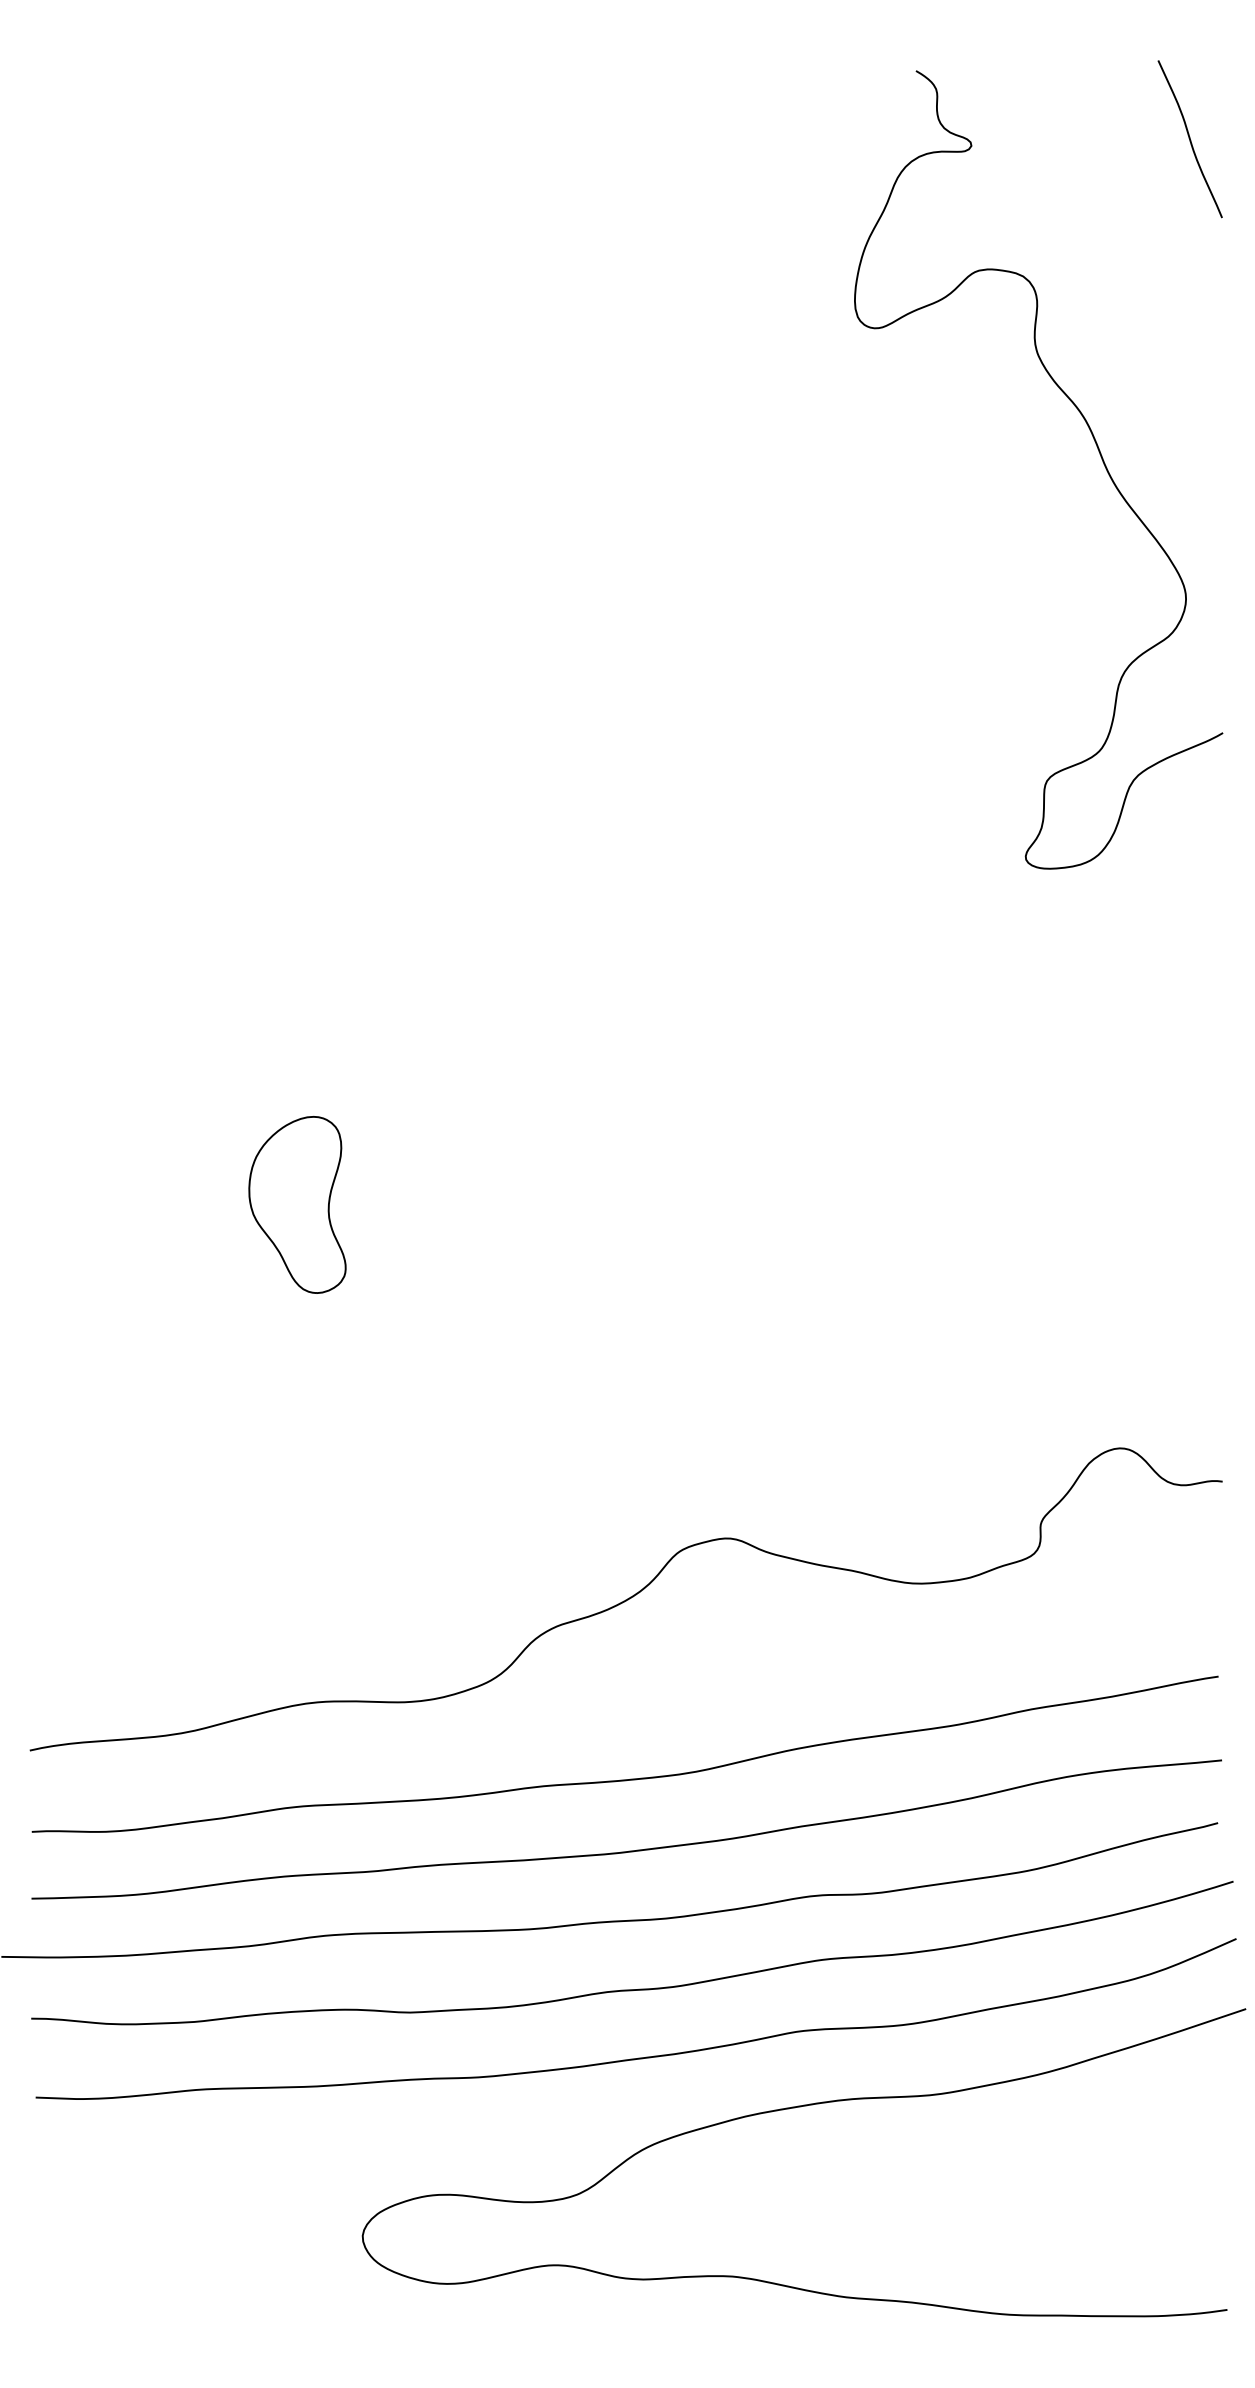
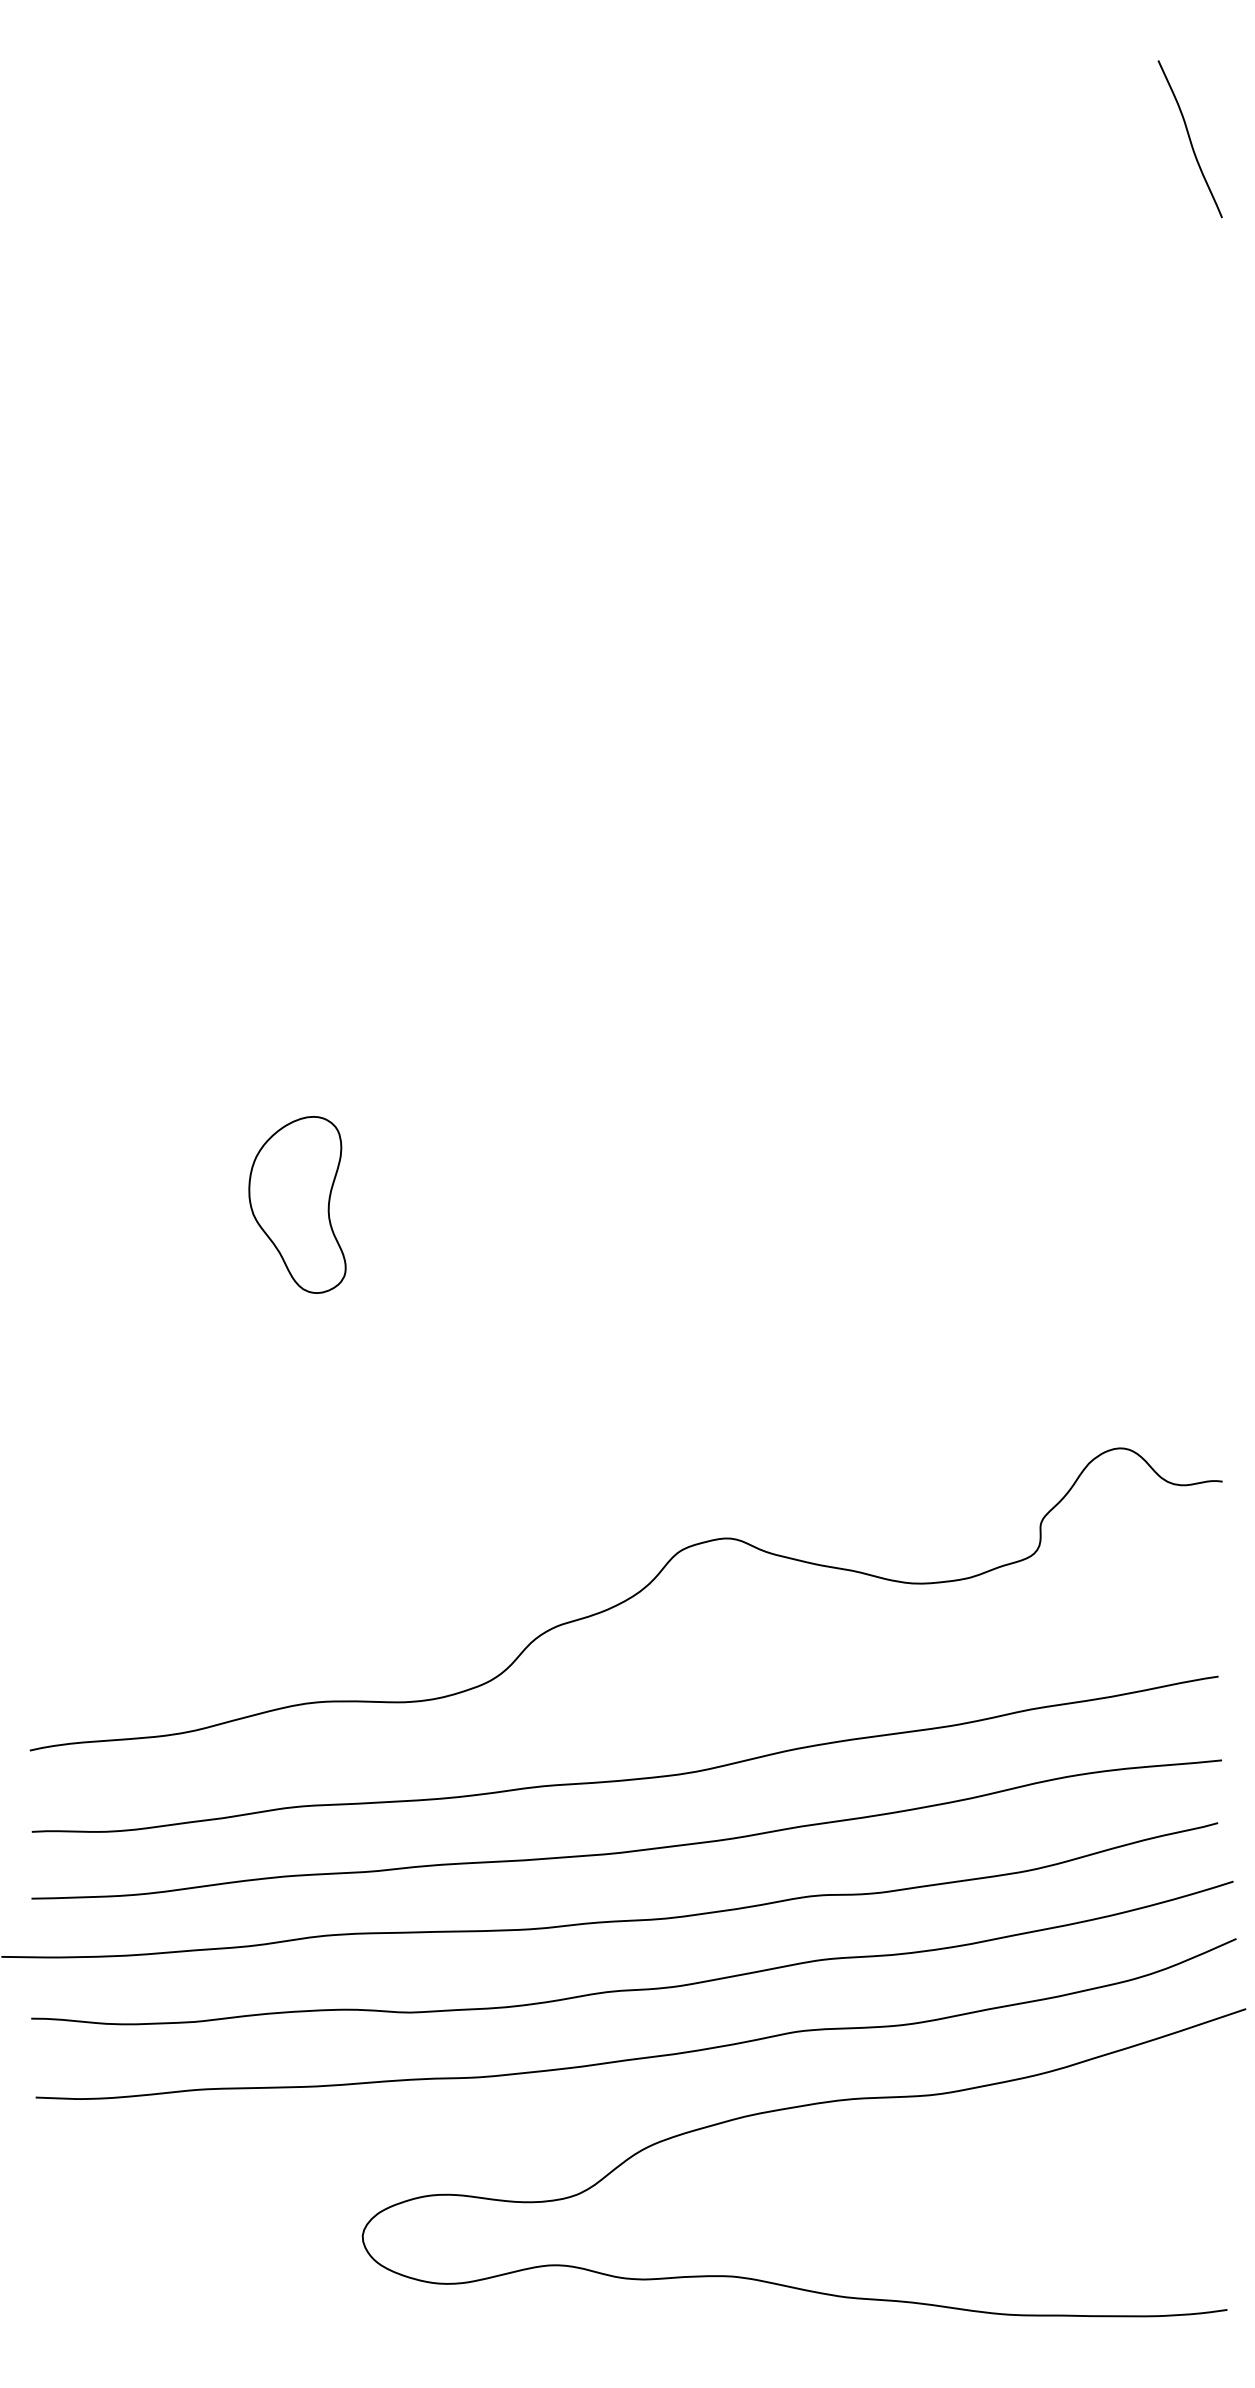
curve at (1095, 444): present -> none
